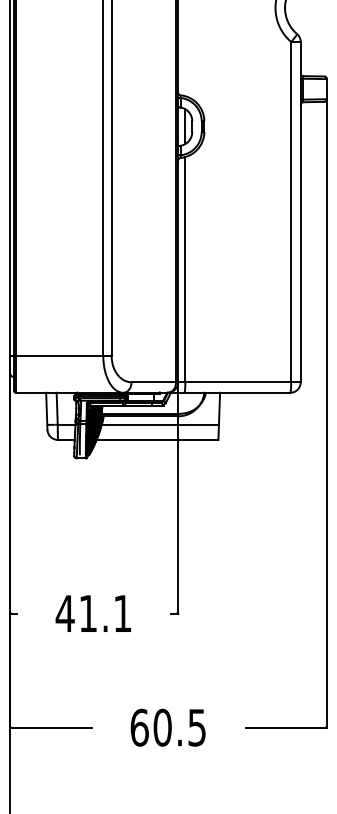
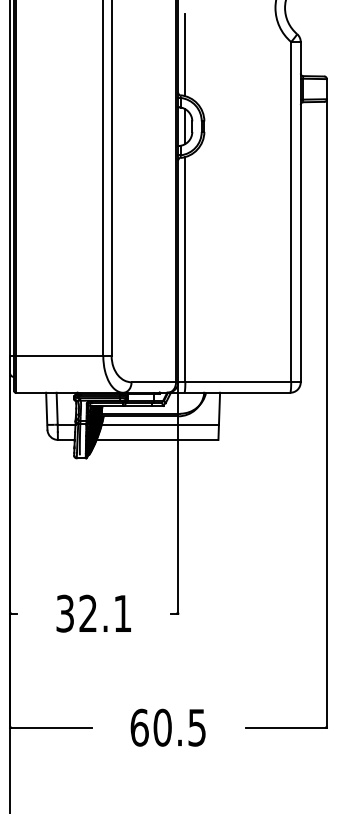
line at (185, 55): none -> present
text at (75, 613): 41.1 -> 32.1
